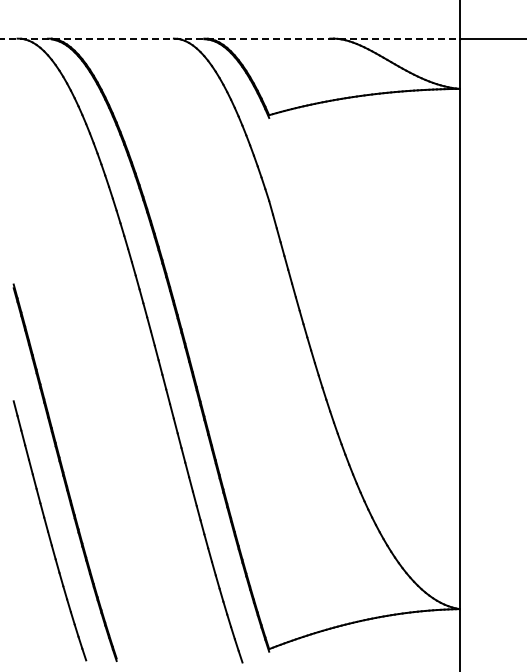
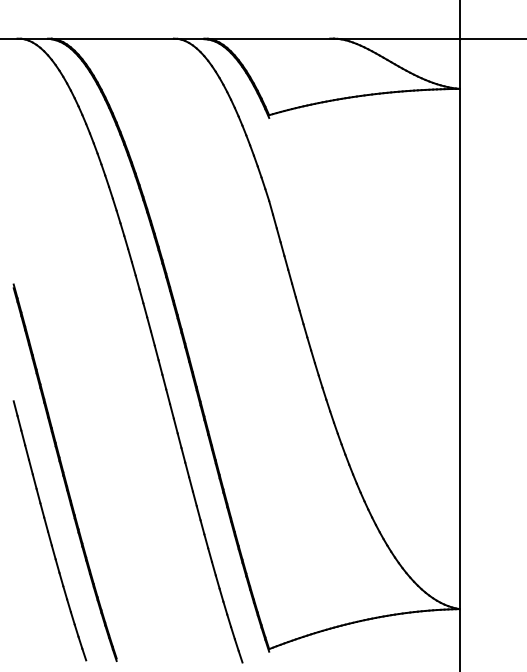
line at (230, 38): dashed -> solid
